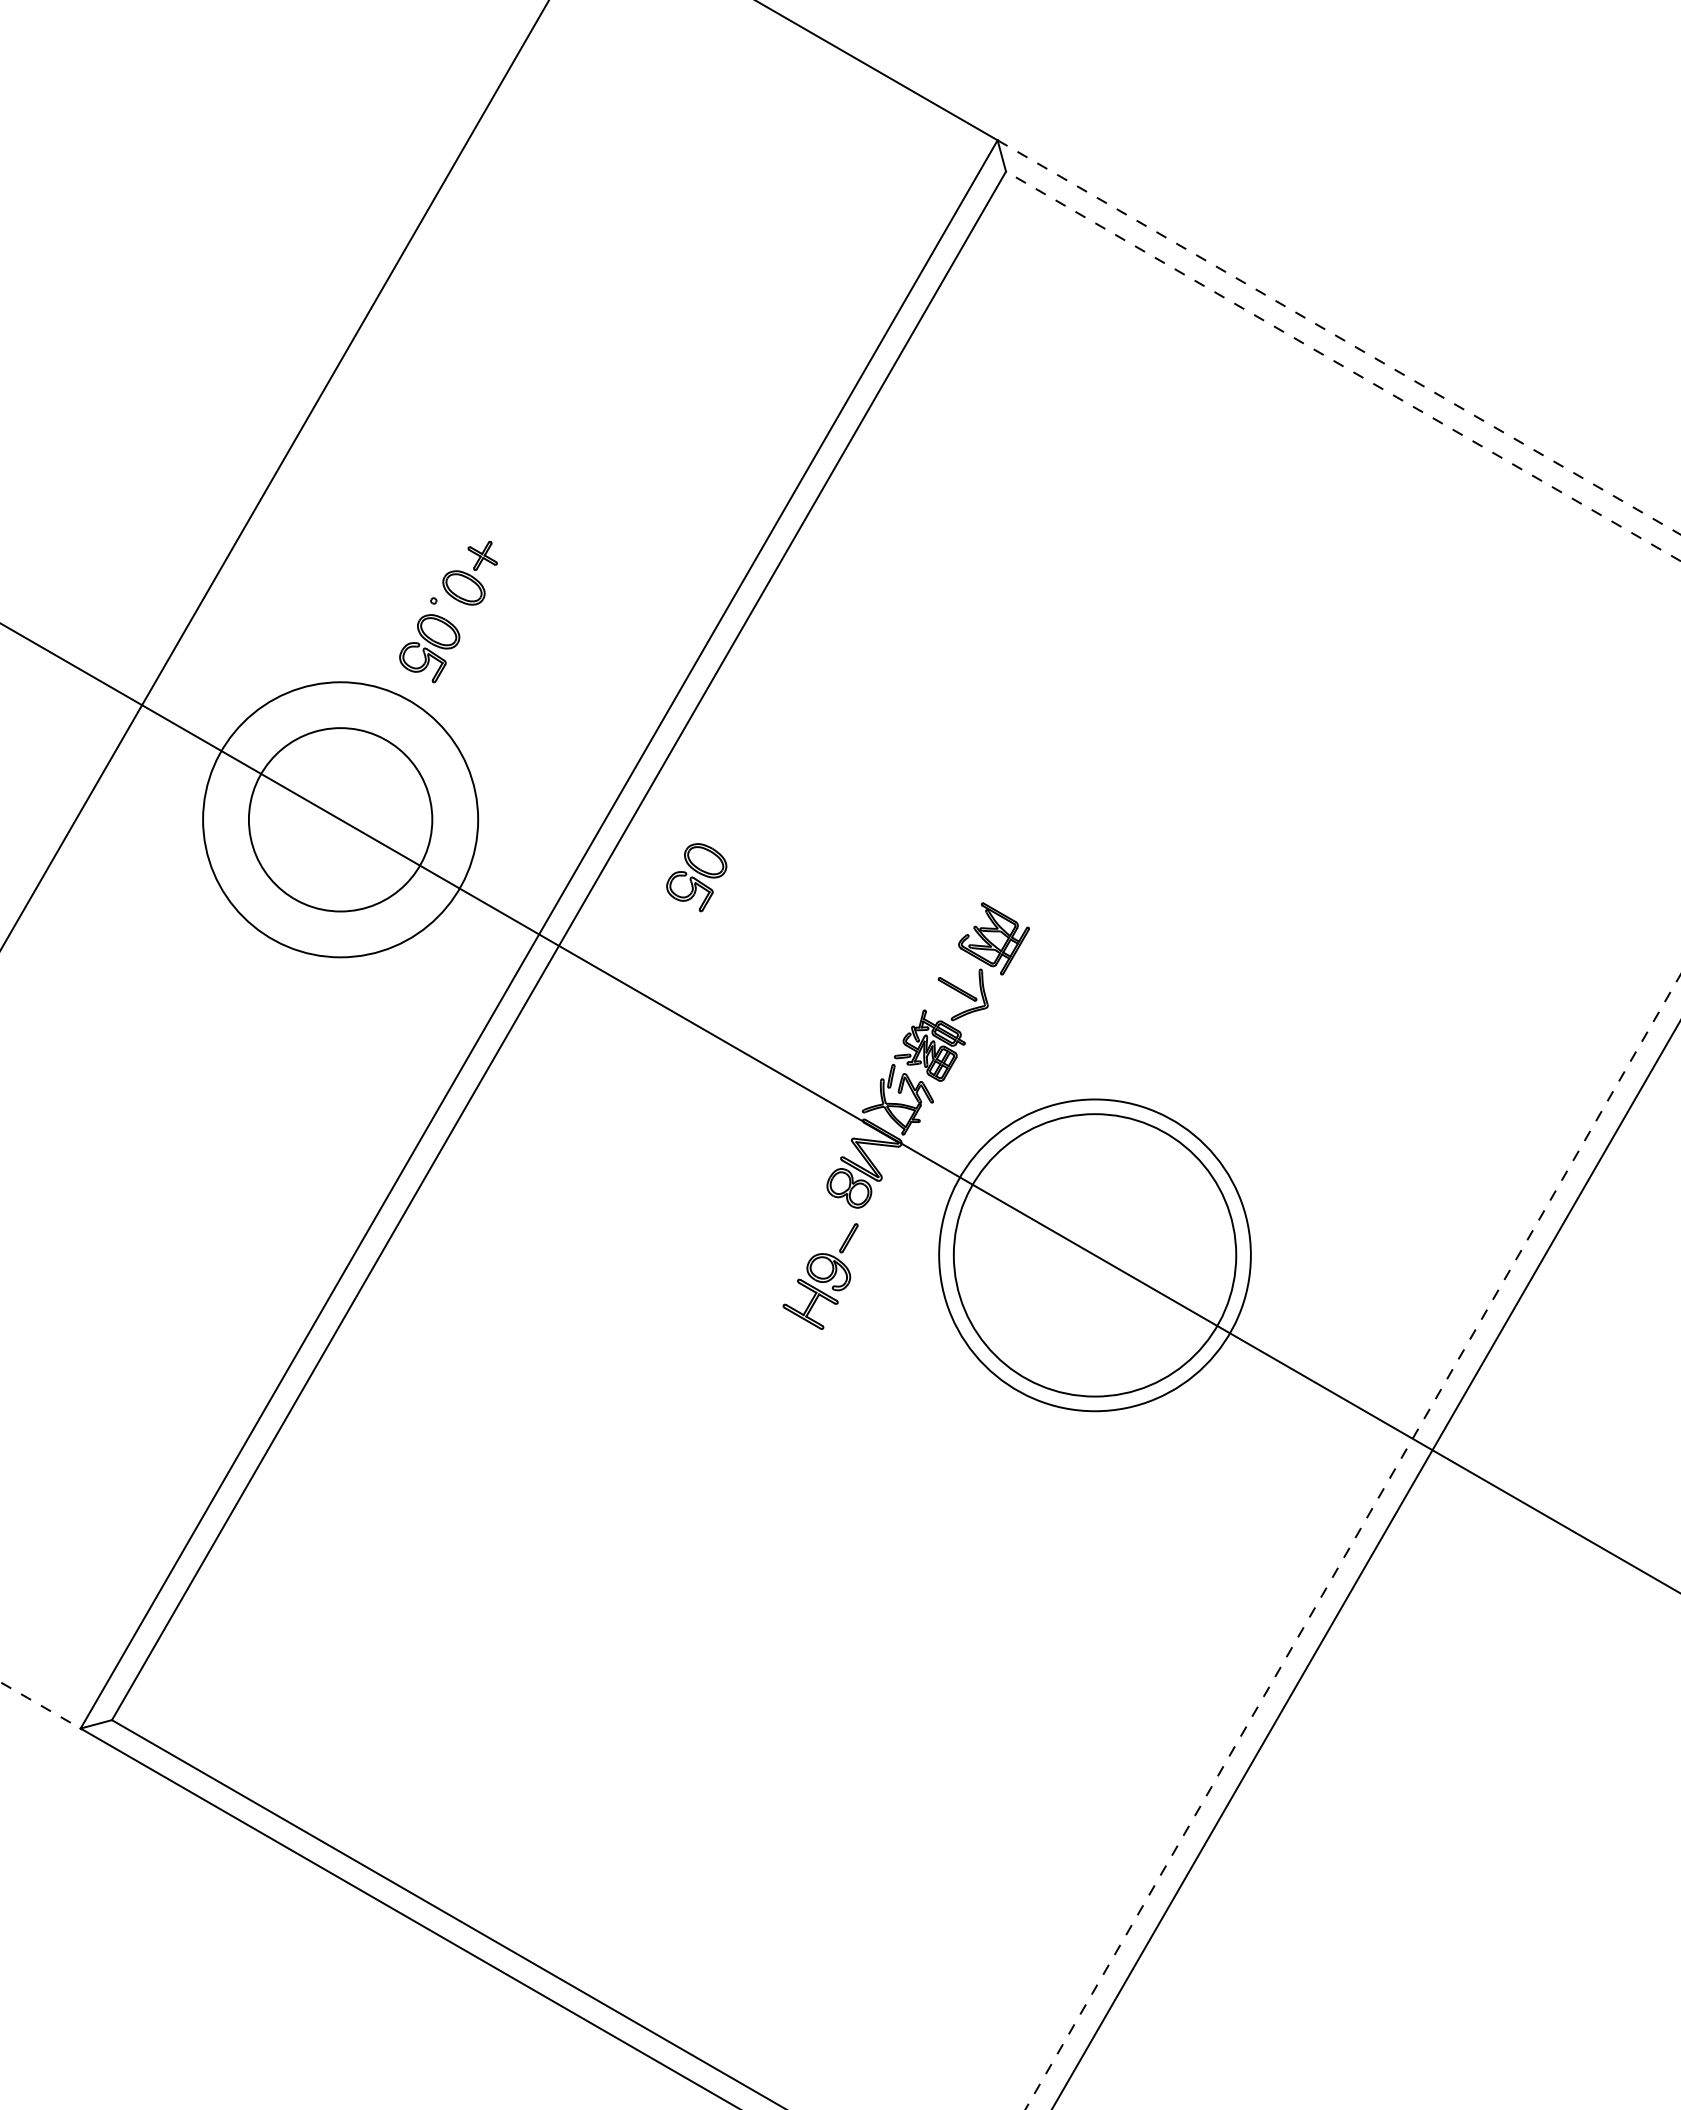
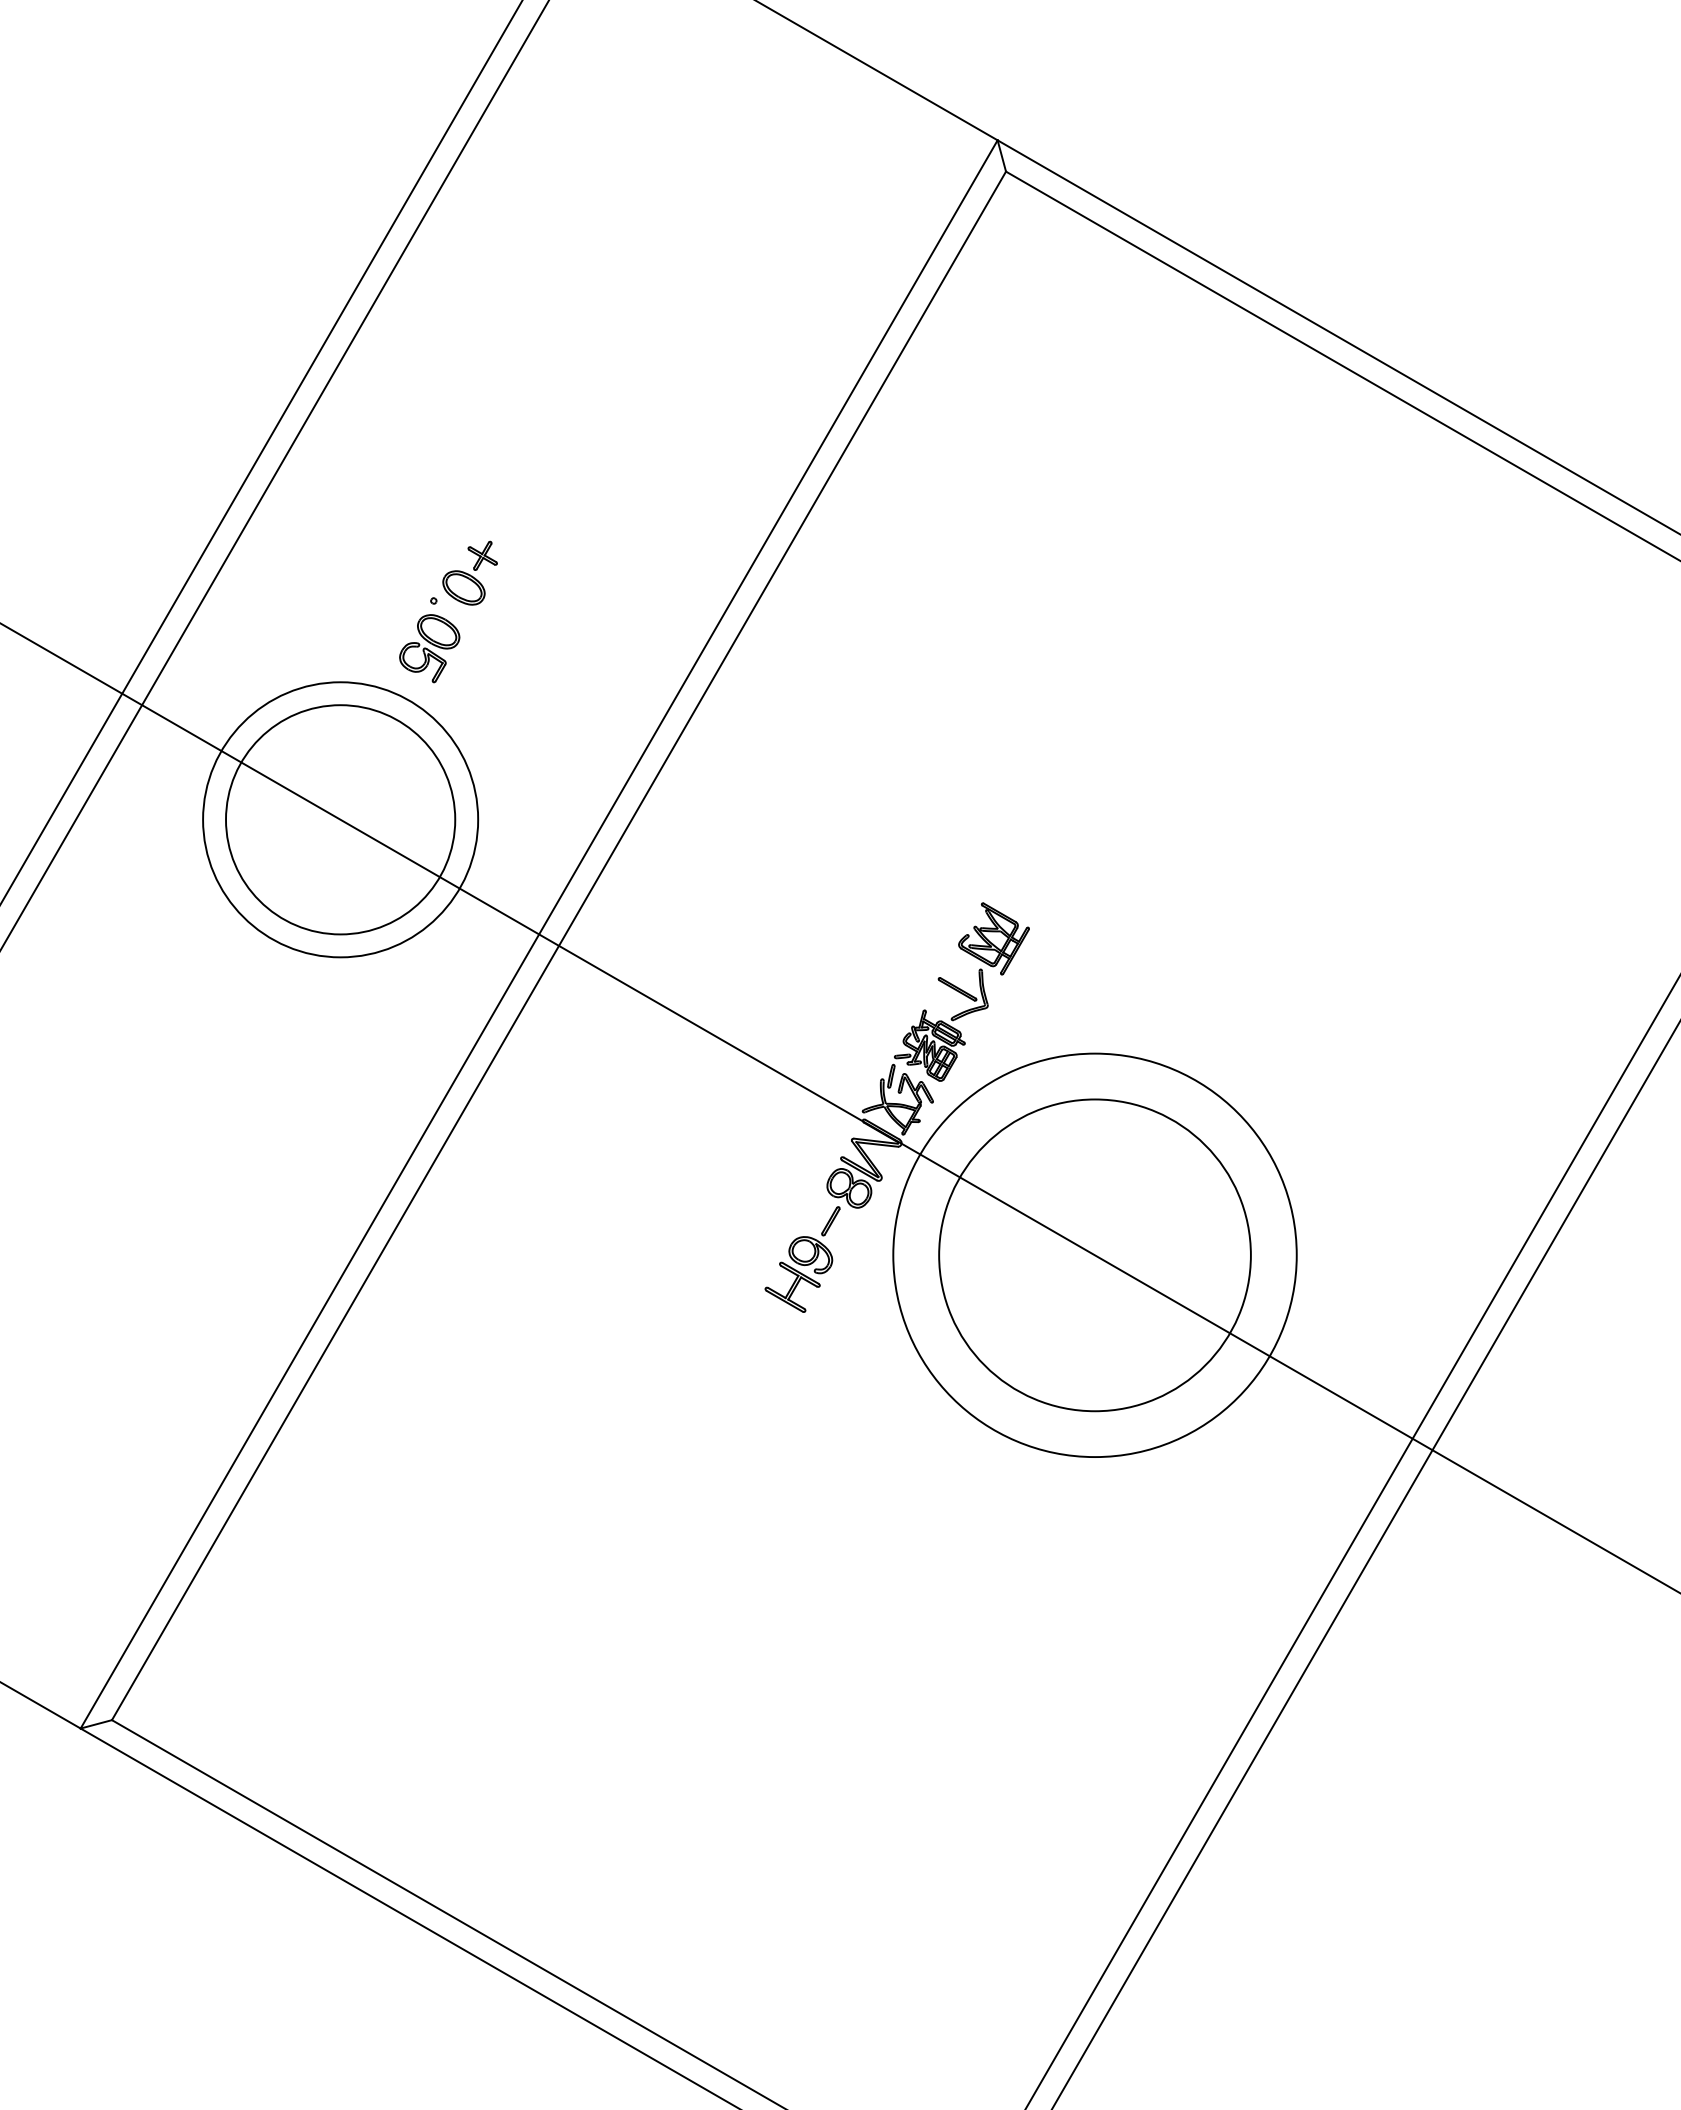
line at (1339, 337): dashed -> solid
line at (1342, 366): dashed -> solid
line at (261, 451): none -> present
circle at (340, 819) diameter: 183 px -> 229 px
part at (696, 877): present -> none
circle at (1094, 1255) diameter: 282 px -> 403 px
part at (820, 1276) position: (820, 1276) -> (802, 1259)
line at (1353, 1541): dashed -> solid
line at (40, 1705): dashed -> solid
